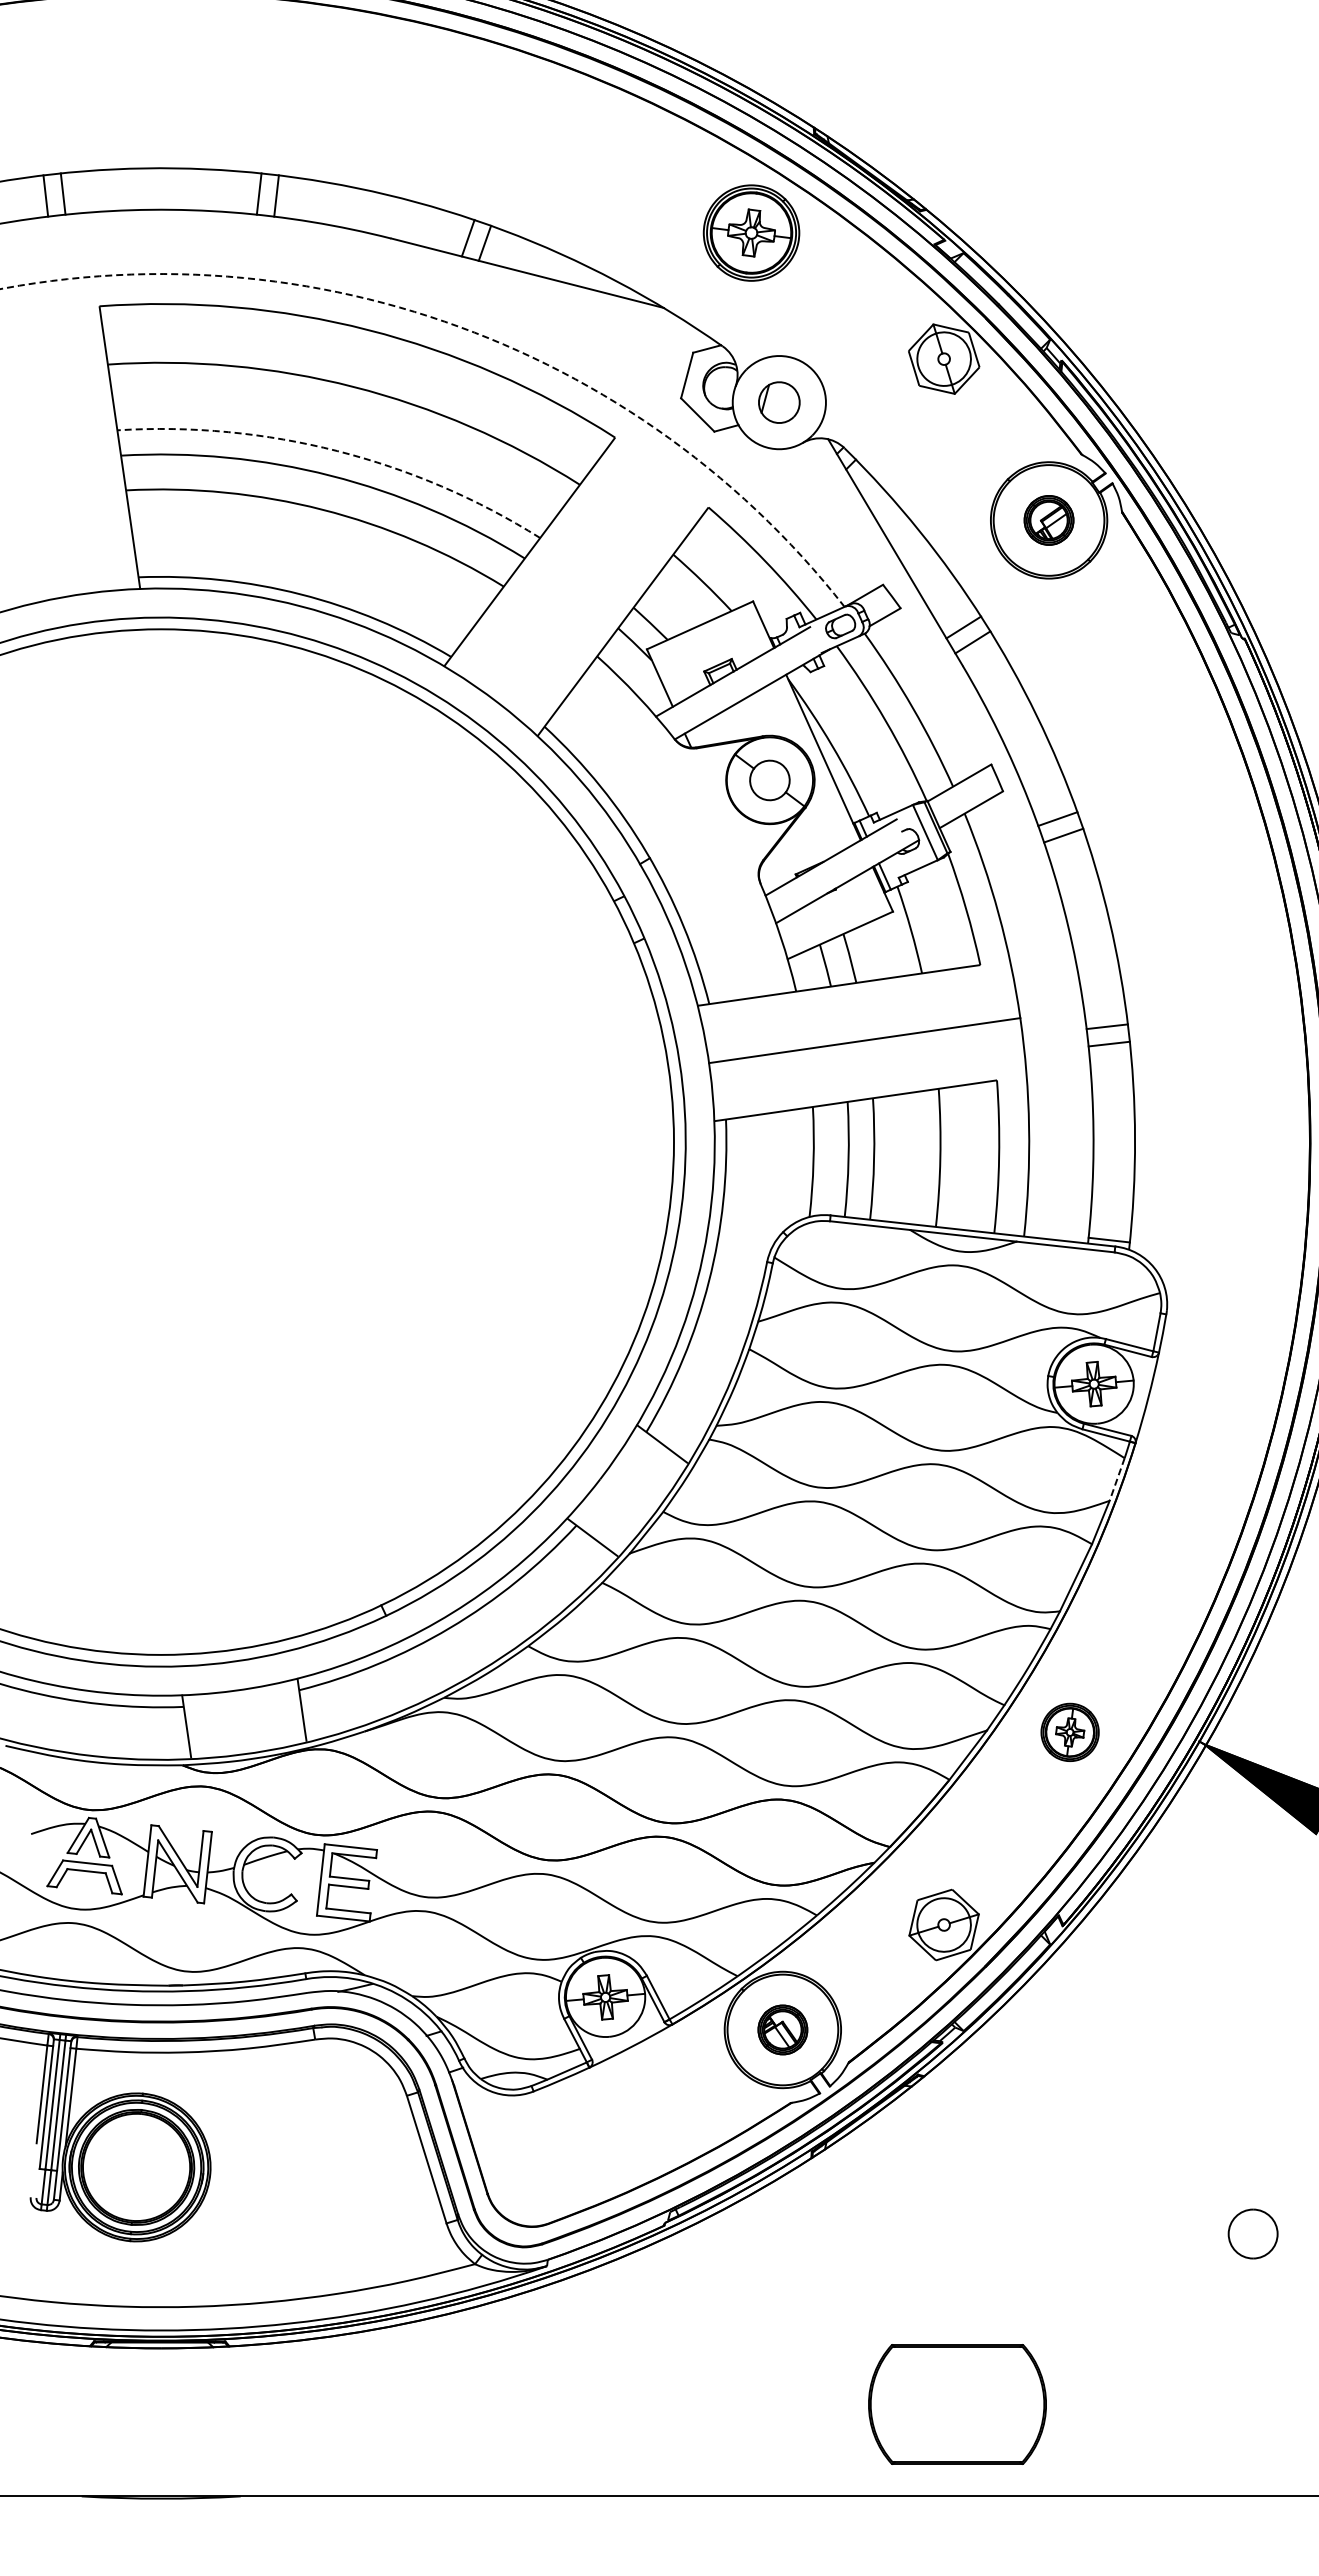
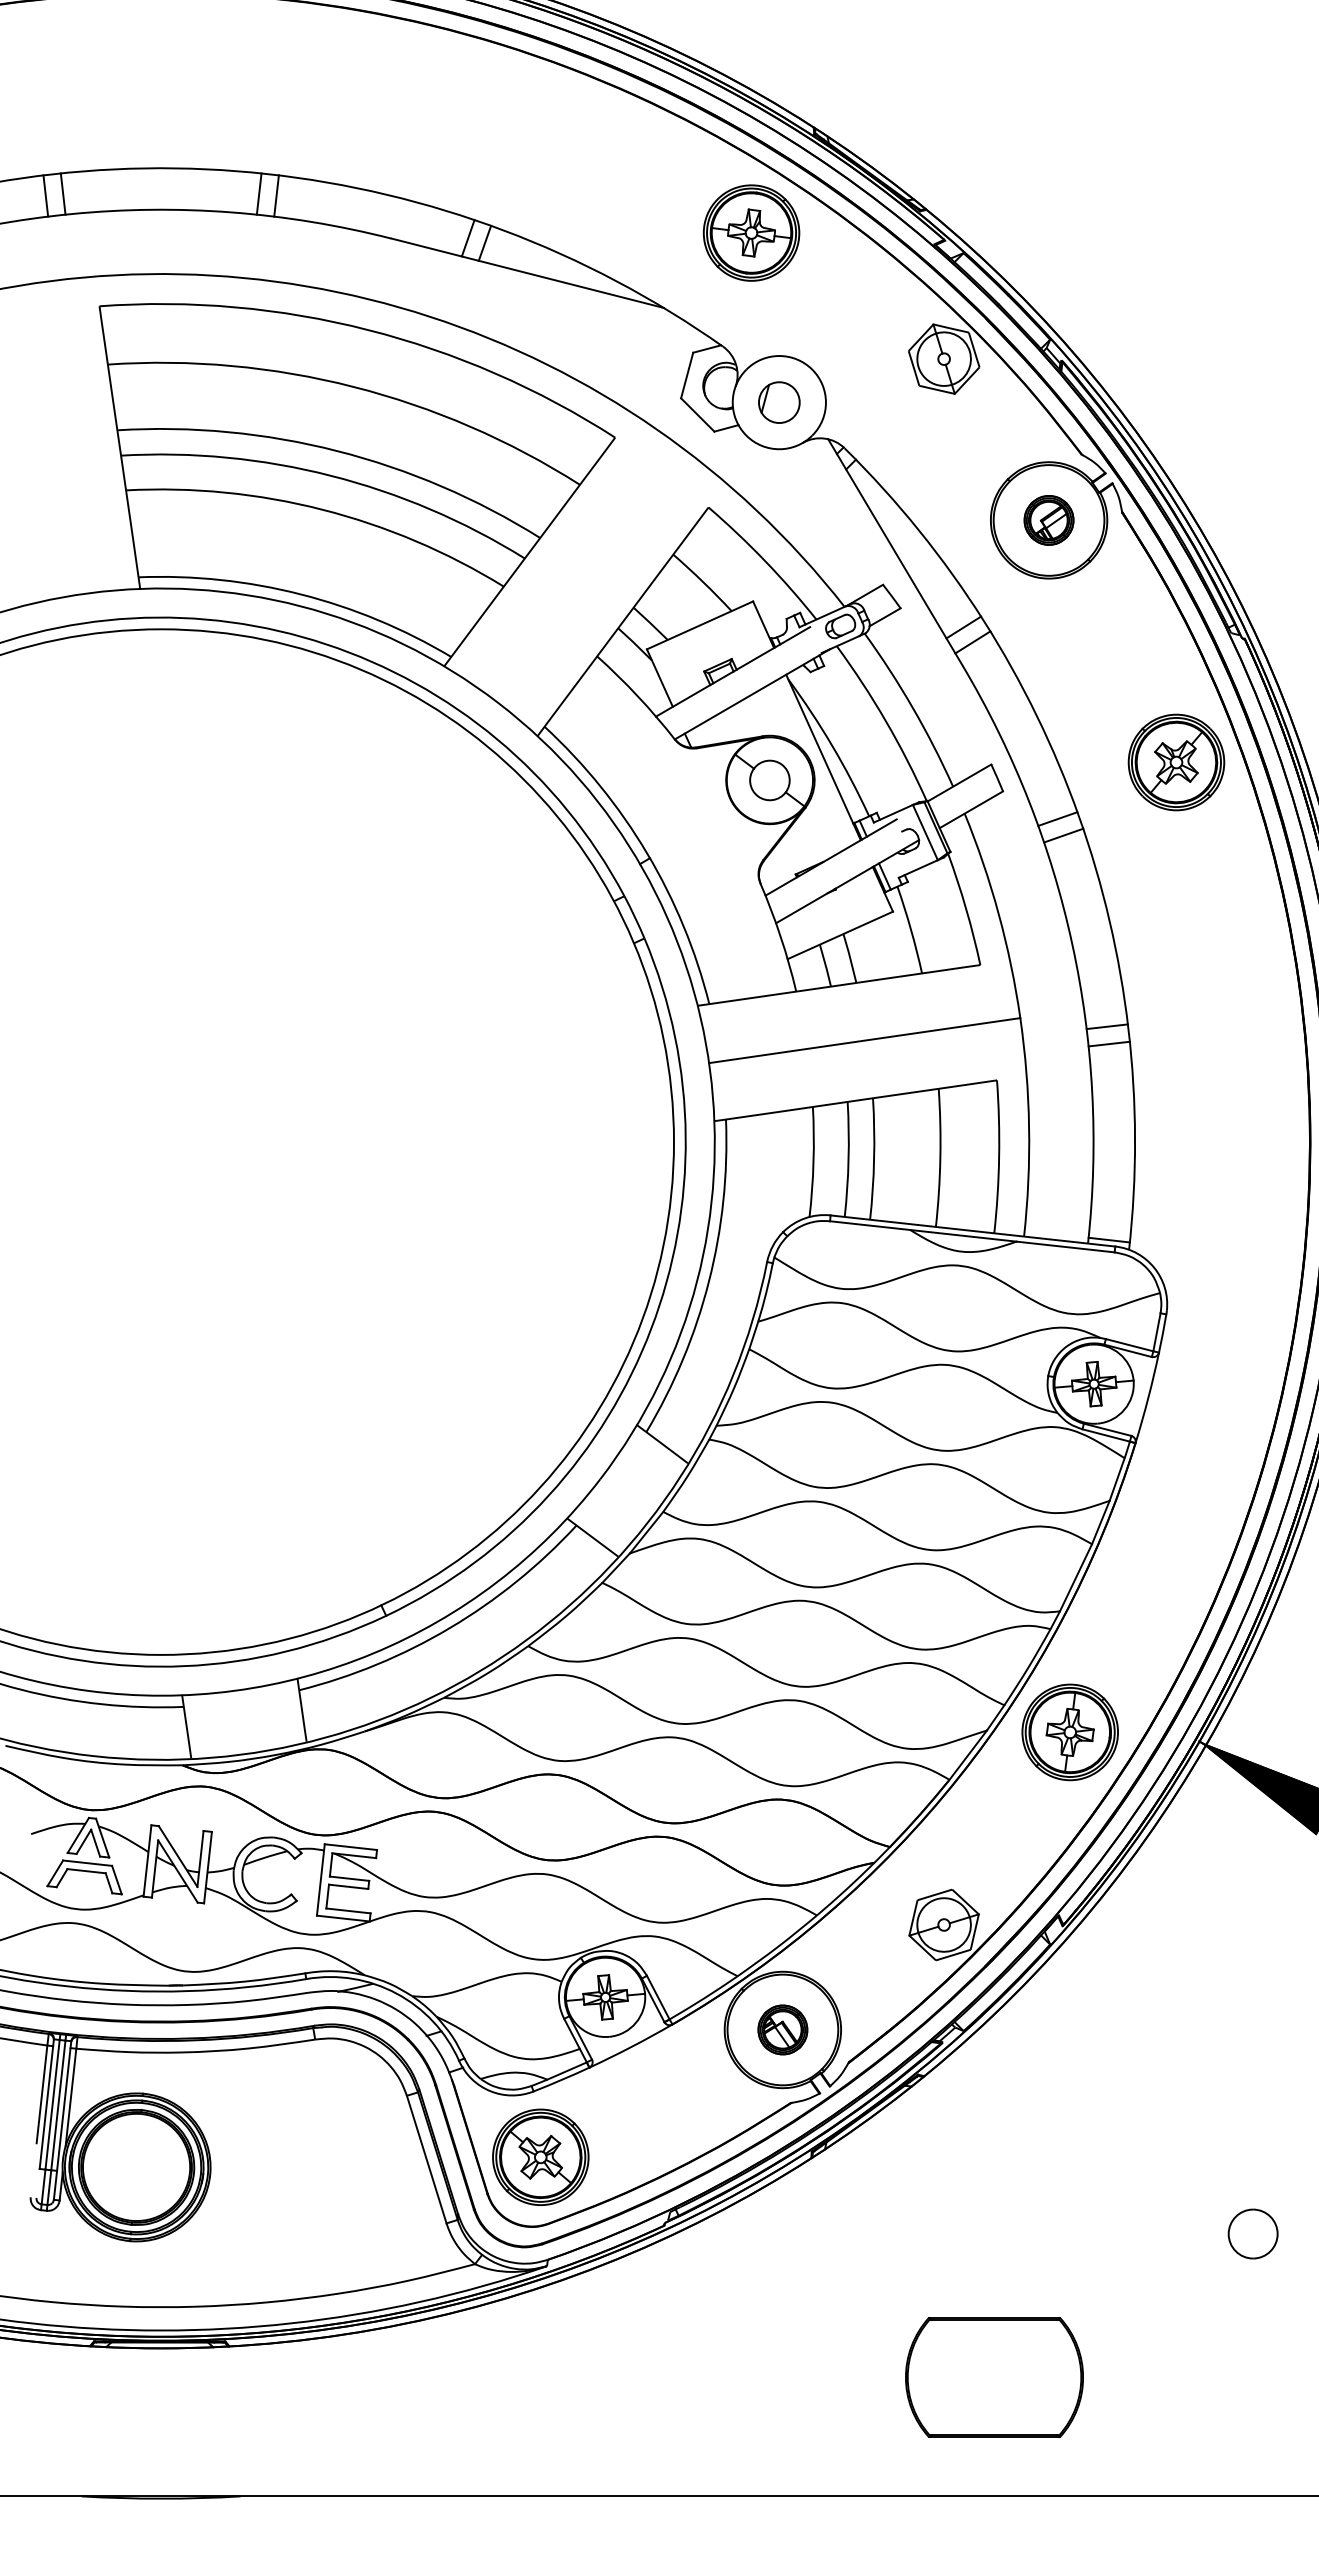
arc at (466, 329): dashed -> solid
arc at (337, 451): dashed -> solid
part at (1176, 762): none -> present
line at (1117, 1479): dashed -> solid
part at (1069, 1731) size: 60x60 px -> 98x99 px
part at (540, 2156): none -> present
part at (957, 2404) position: (957, 2404) -> (994, 2377)
